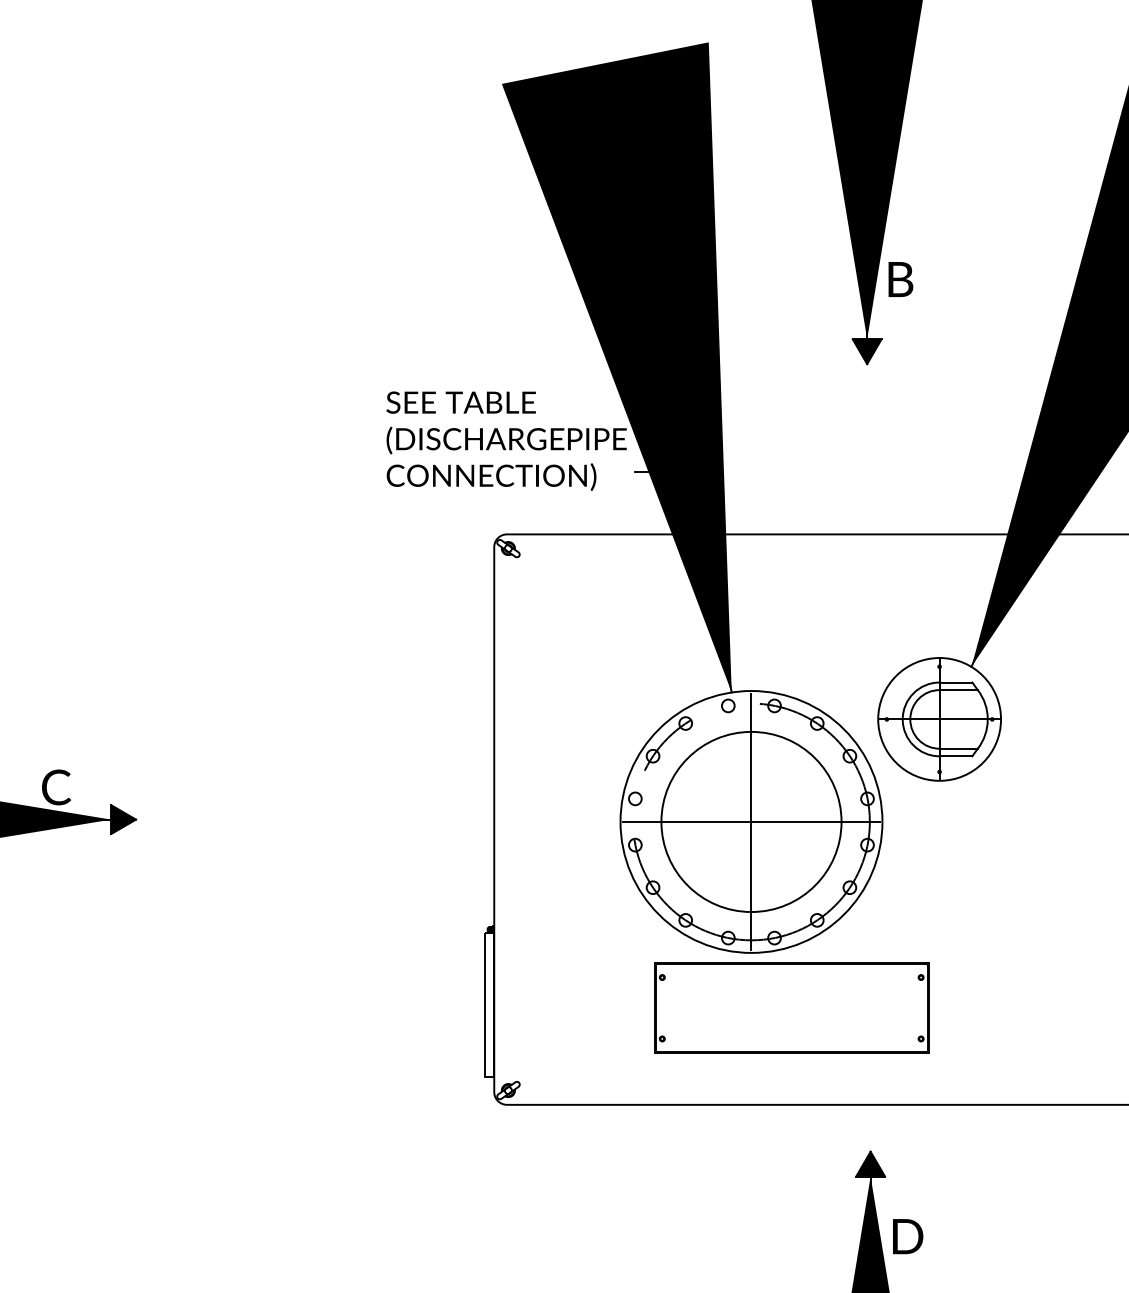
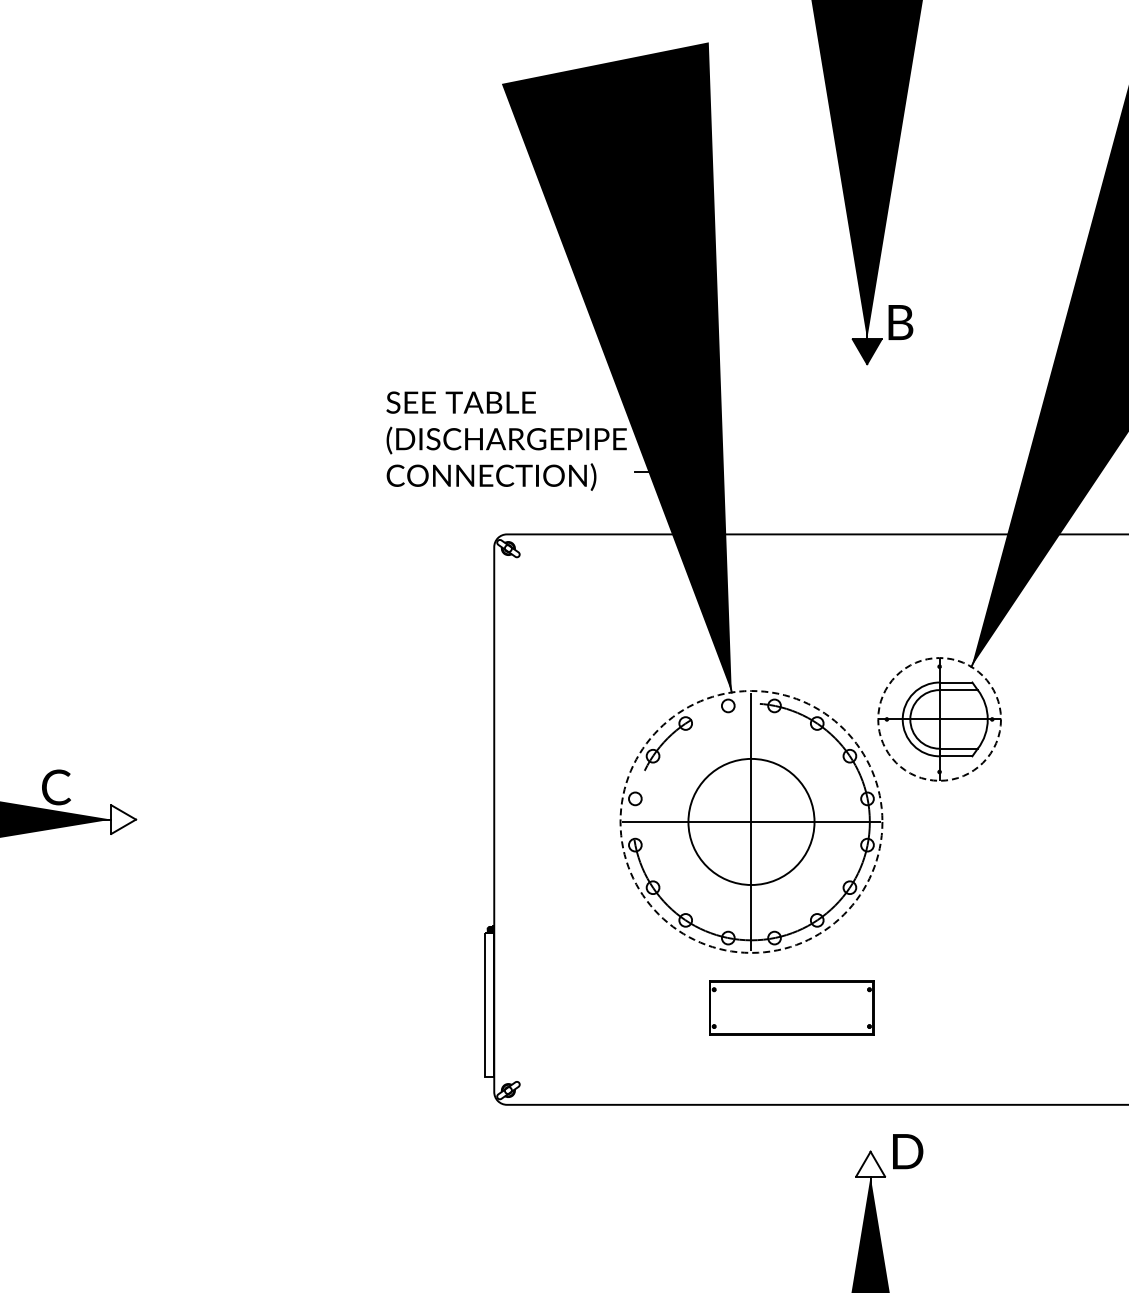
text at (900, 279) position: (900, 279) -> (900, 322)
circle at (939, 719): solid -> dashed
fill at (123, 819): present -> none
circle at (751, 821) diameter: 180 px -> 126 px
circle at (751, 821): solid -> dashed
part at (791, 1007) size: 276x92 px -> 166x56 px
fill at (870, 1163): present -> none
text at (908, 1236) position: (908, 1236) -> (908, 1151)
